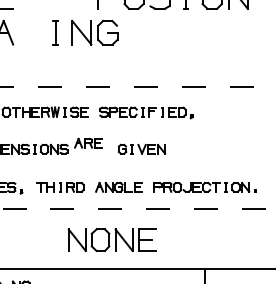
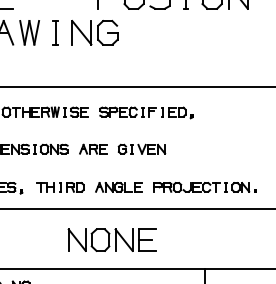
part at (29, 32): none -> present
line at (137, 87): dashed -> solid
part at (88, 142) position: (88, 142) -> (93, 148)
line at (138, 208): dashed -> solid
